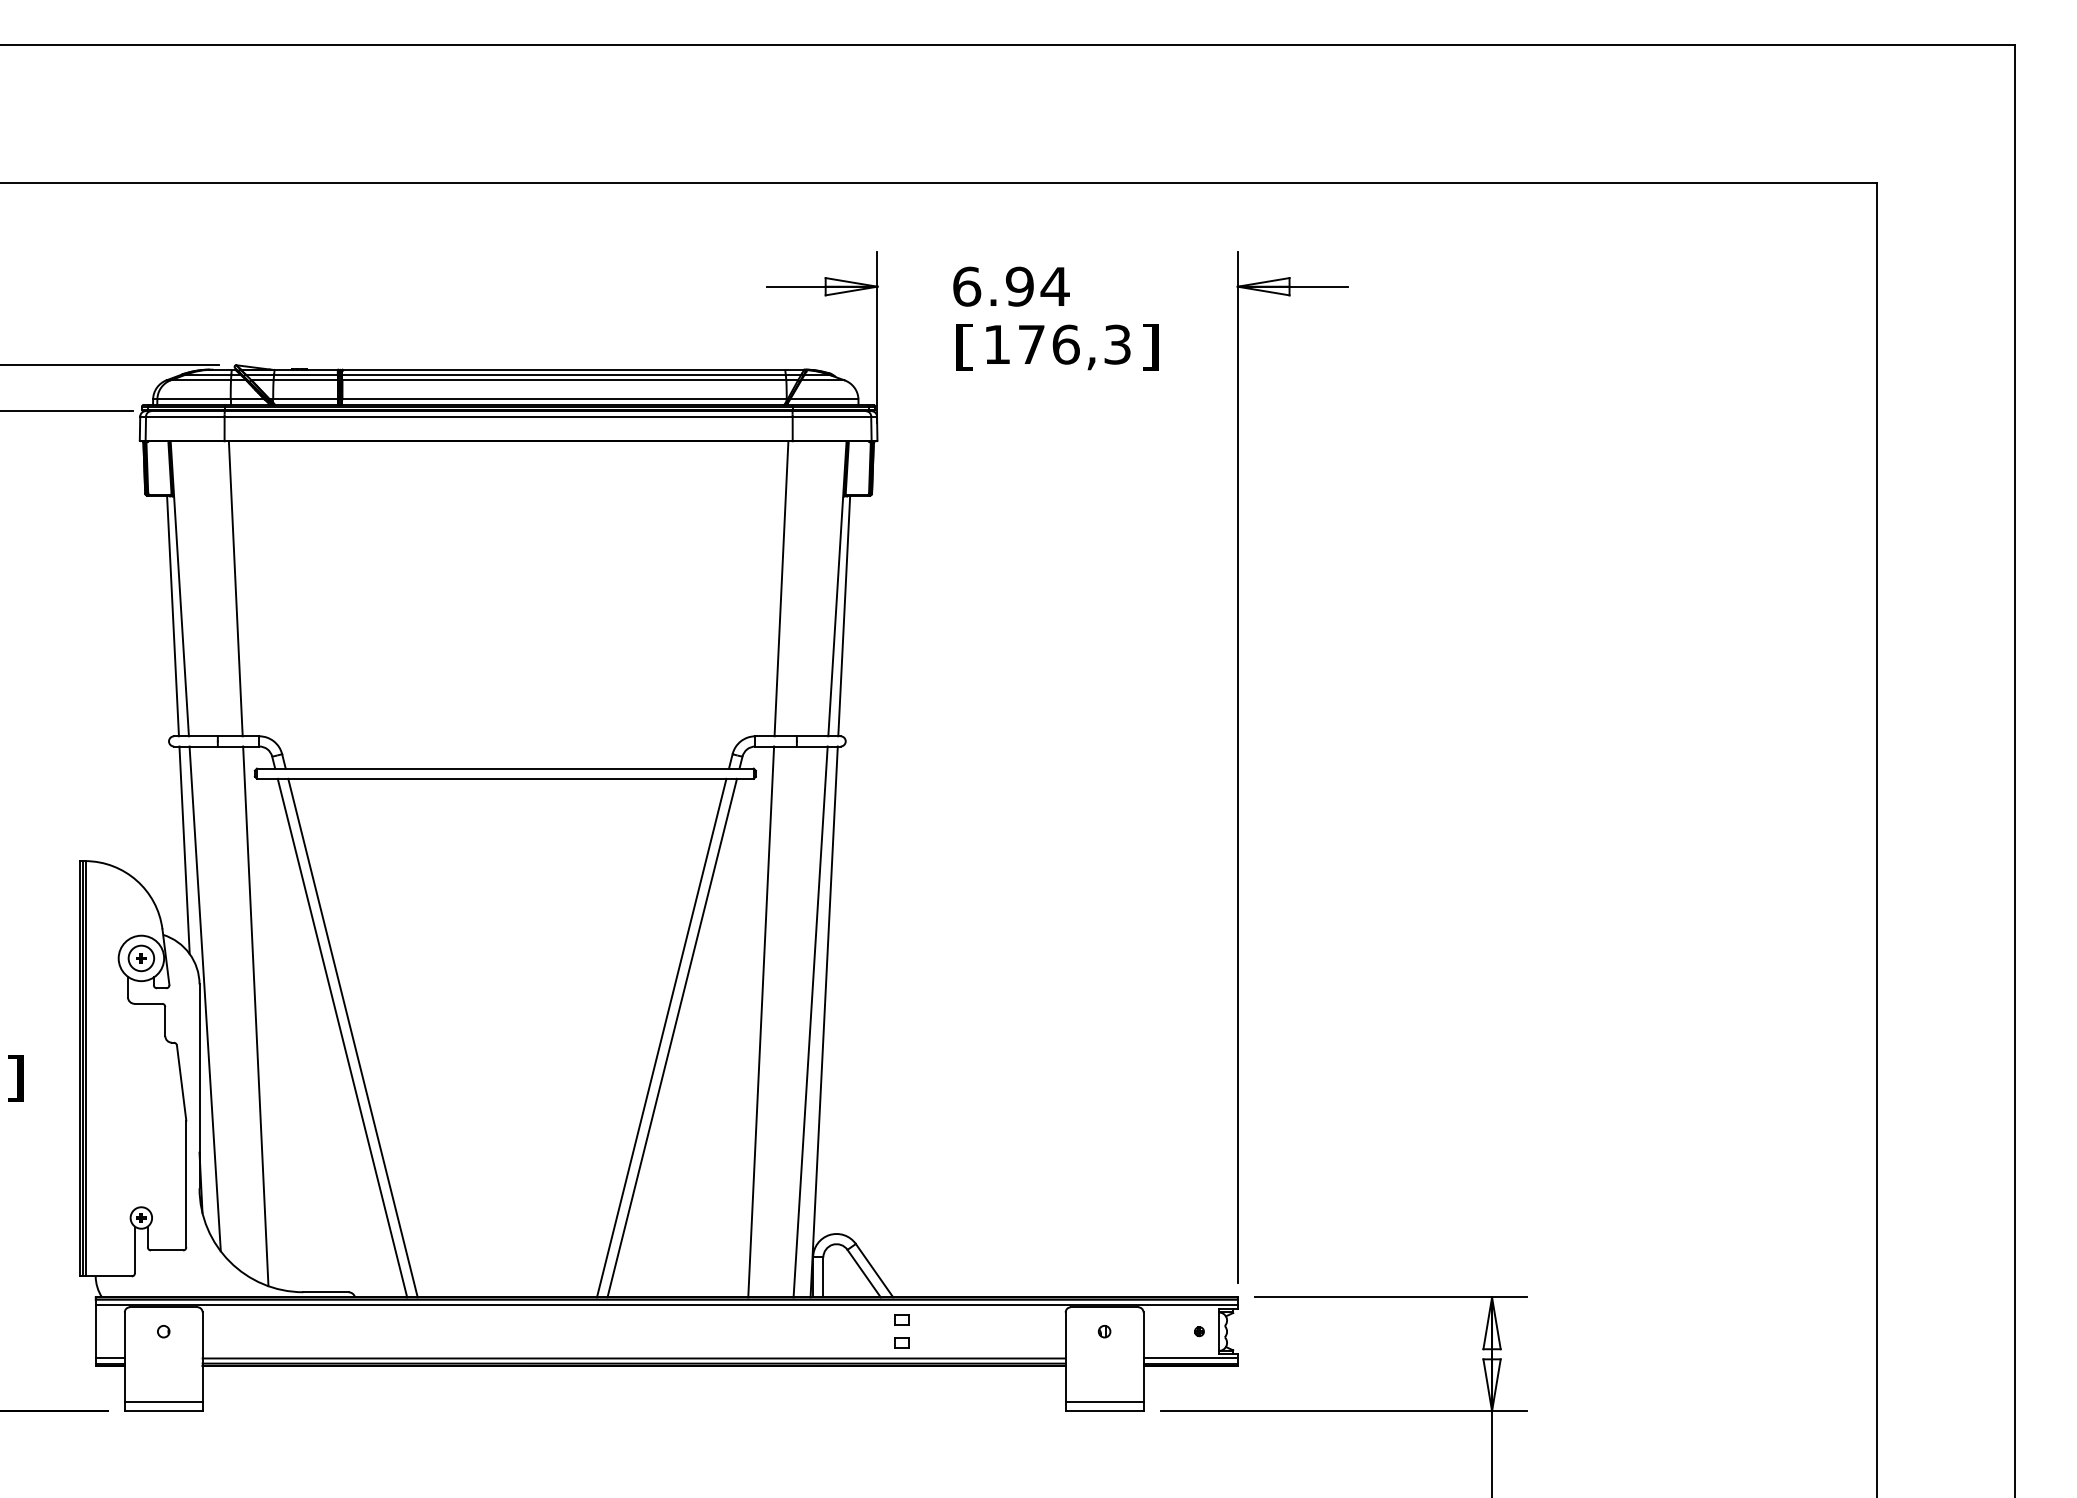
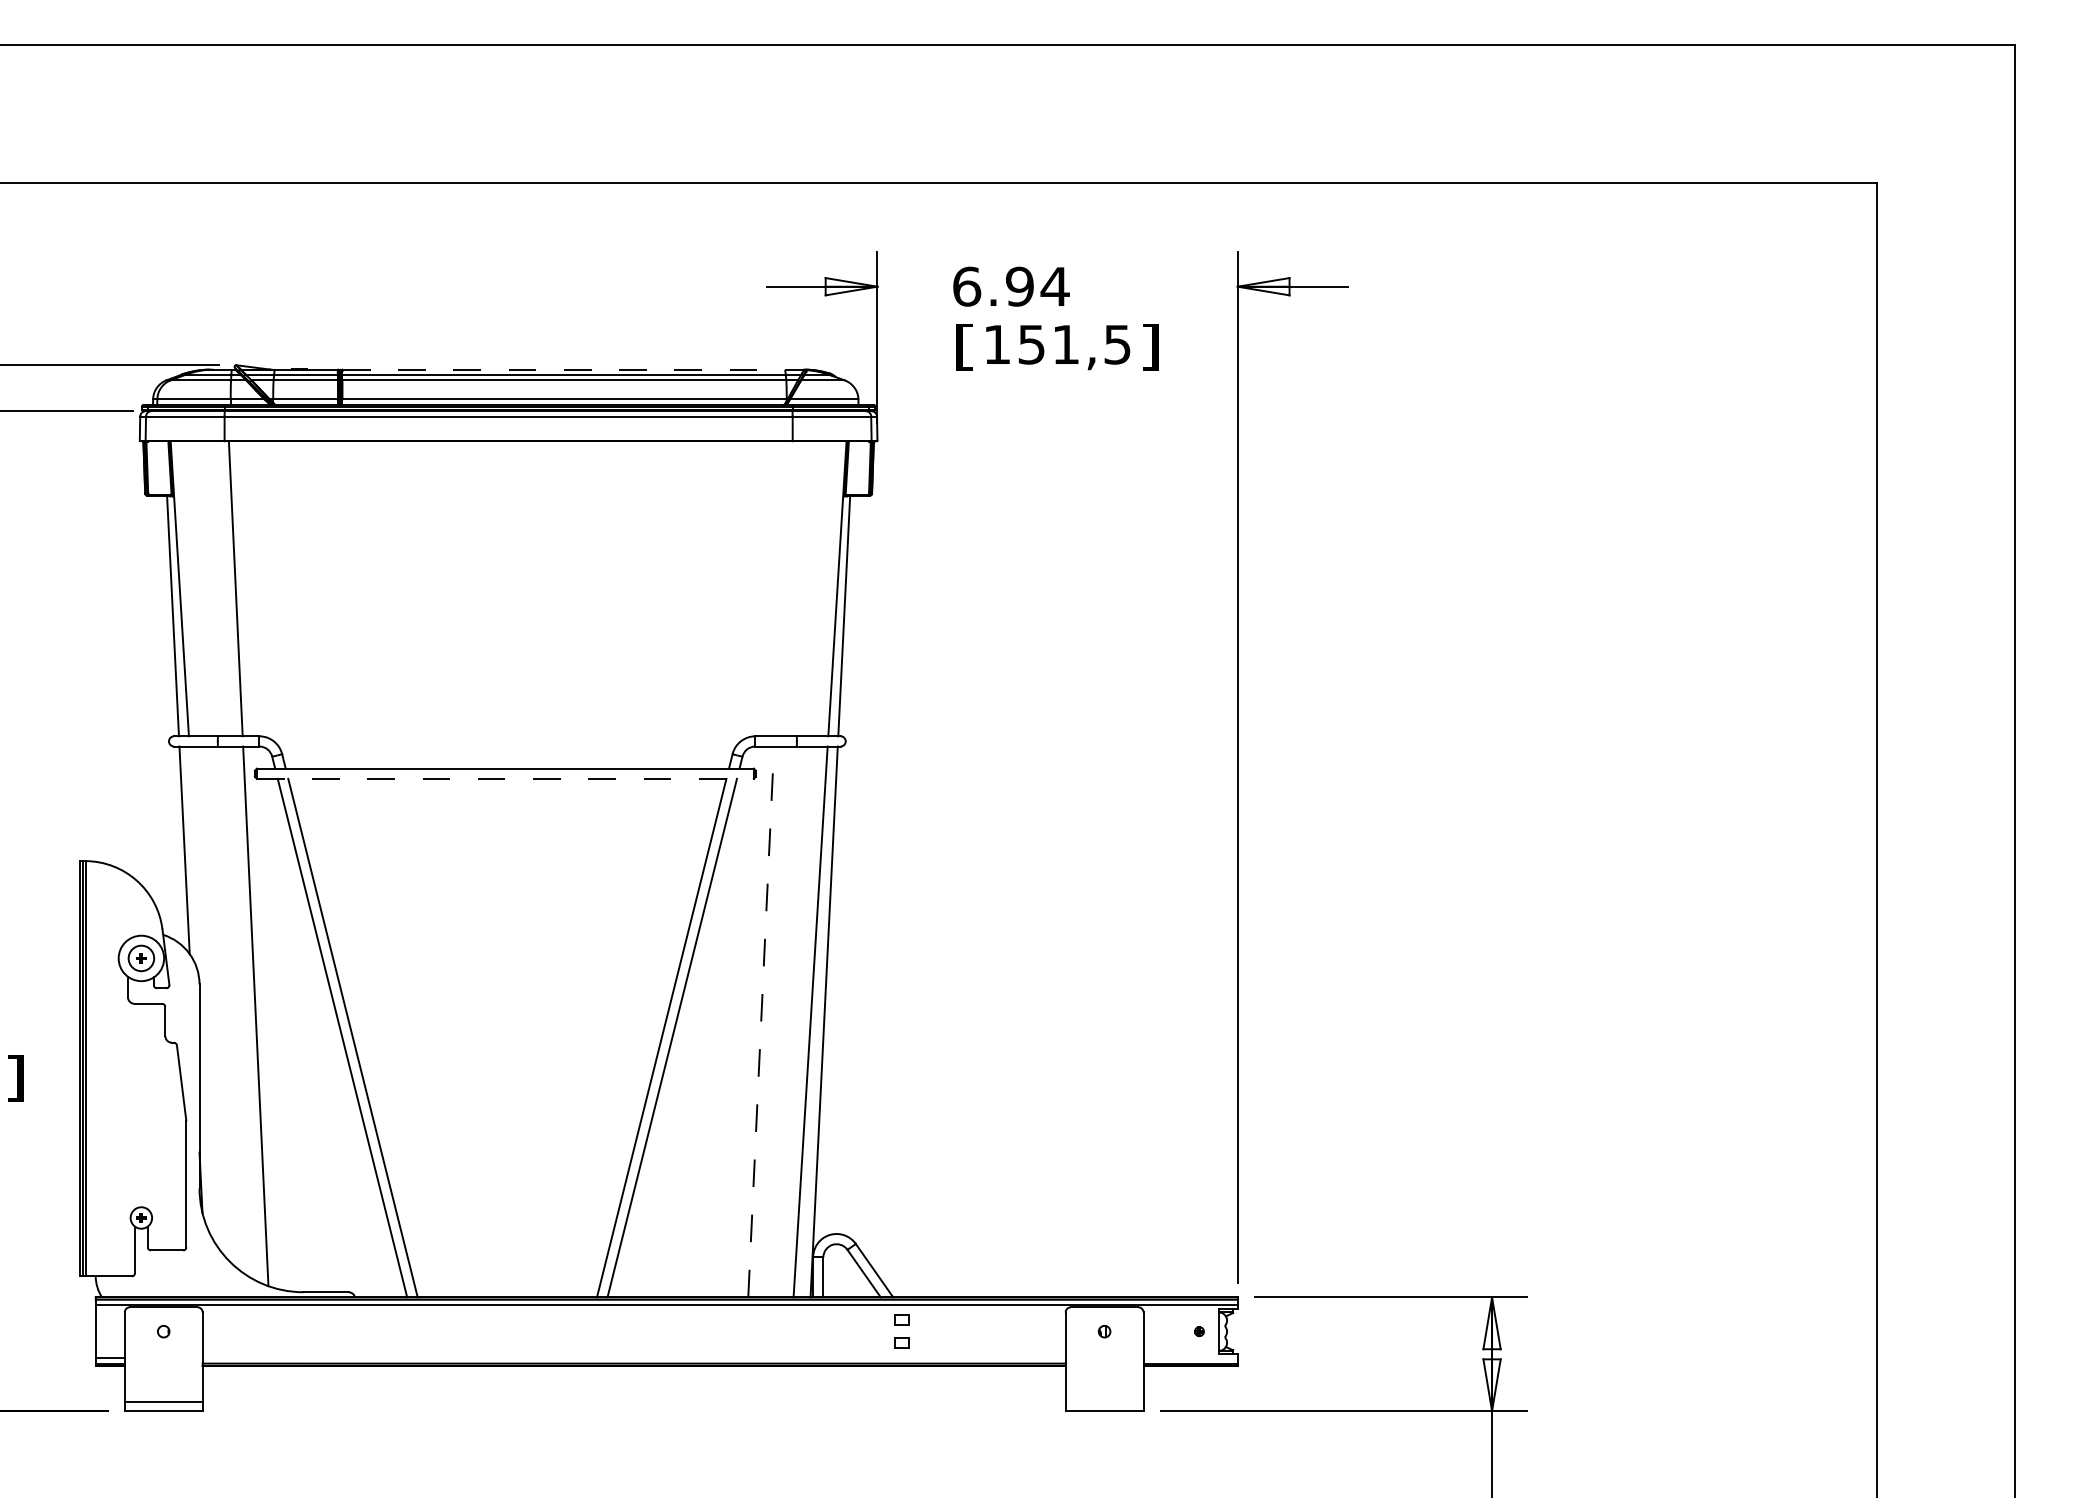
text at (1074, 344): 176,3 -> 151,5
line at (574, 369): solid -> dashed
line at (781, 588): present -> none
line at (505, 778): solid -> dashed
line at (204, 998): present -> none
line at (761, 1021): solid -> dashed
line at (633, 1358): present -> none
line at (1190, 1358): present -> none
line at (1104, 1401): present -> none
